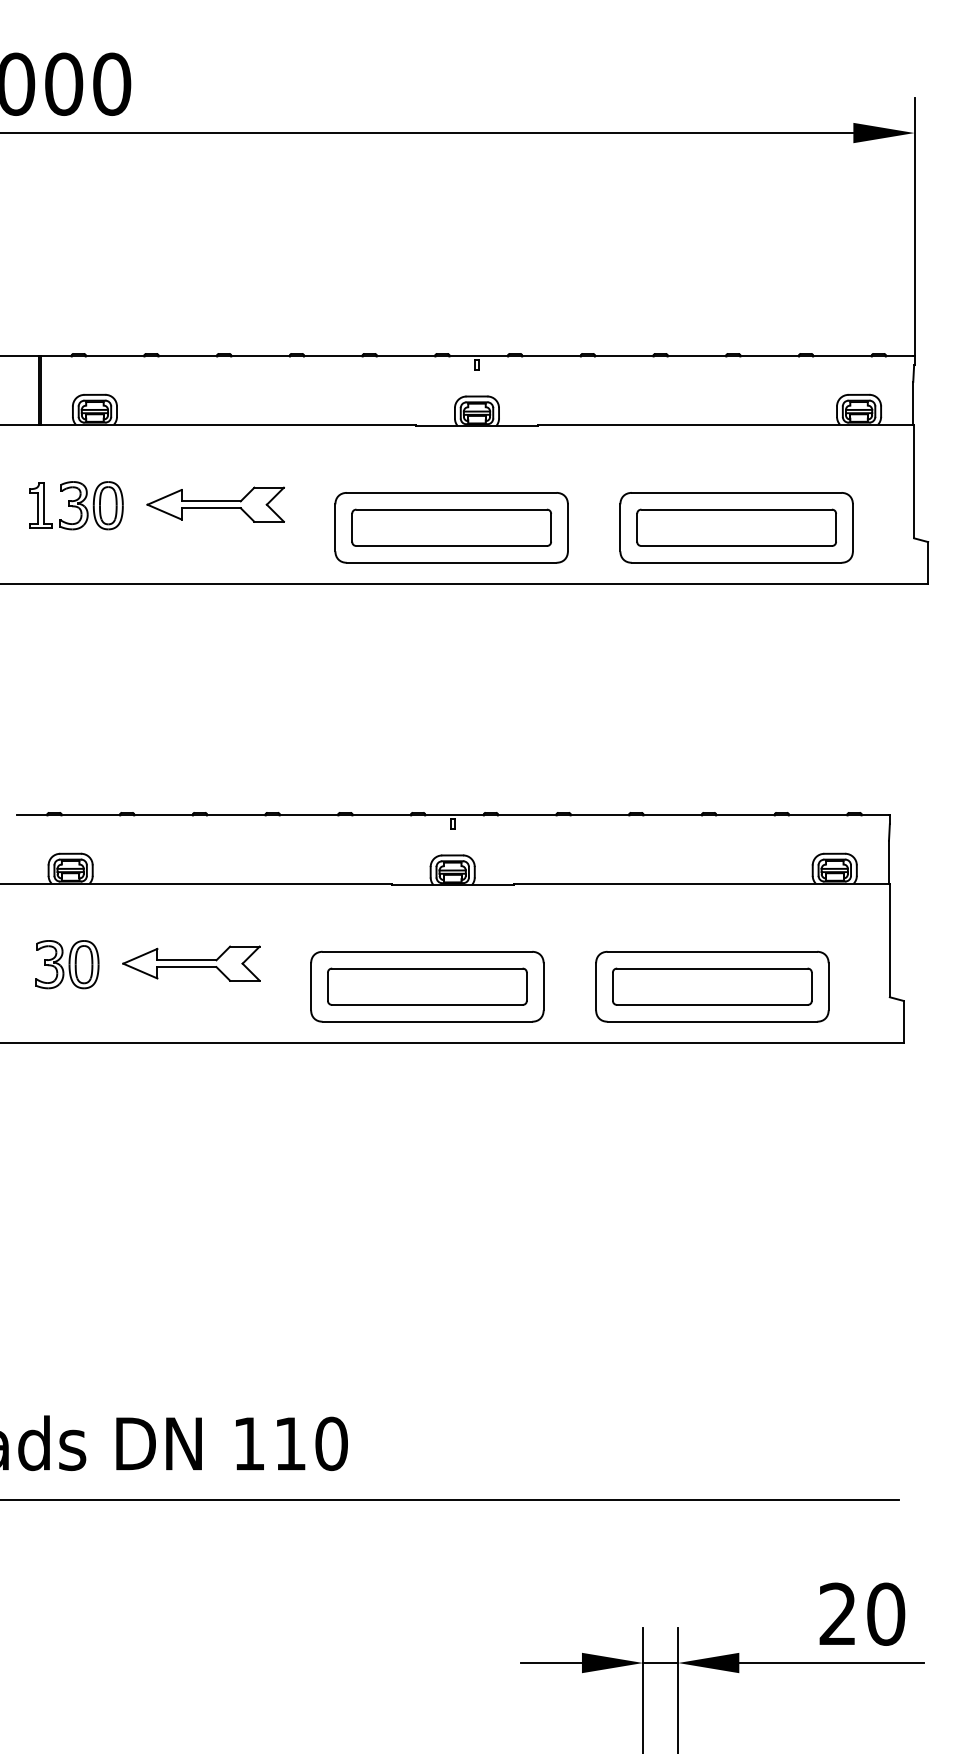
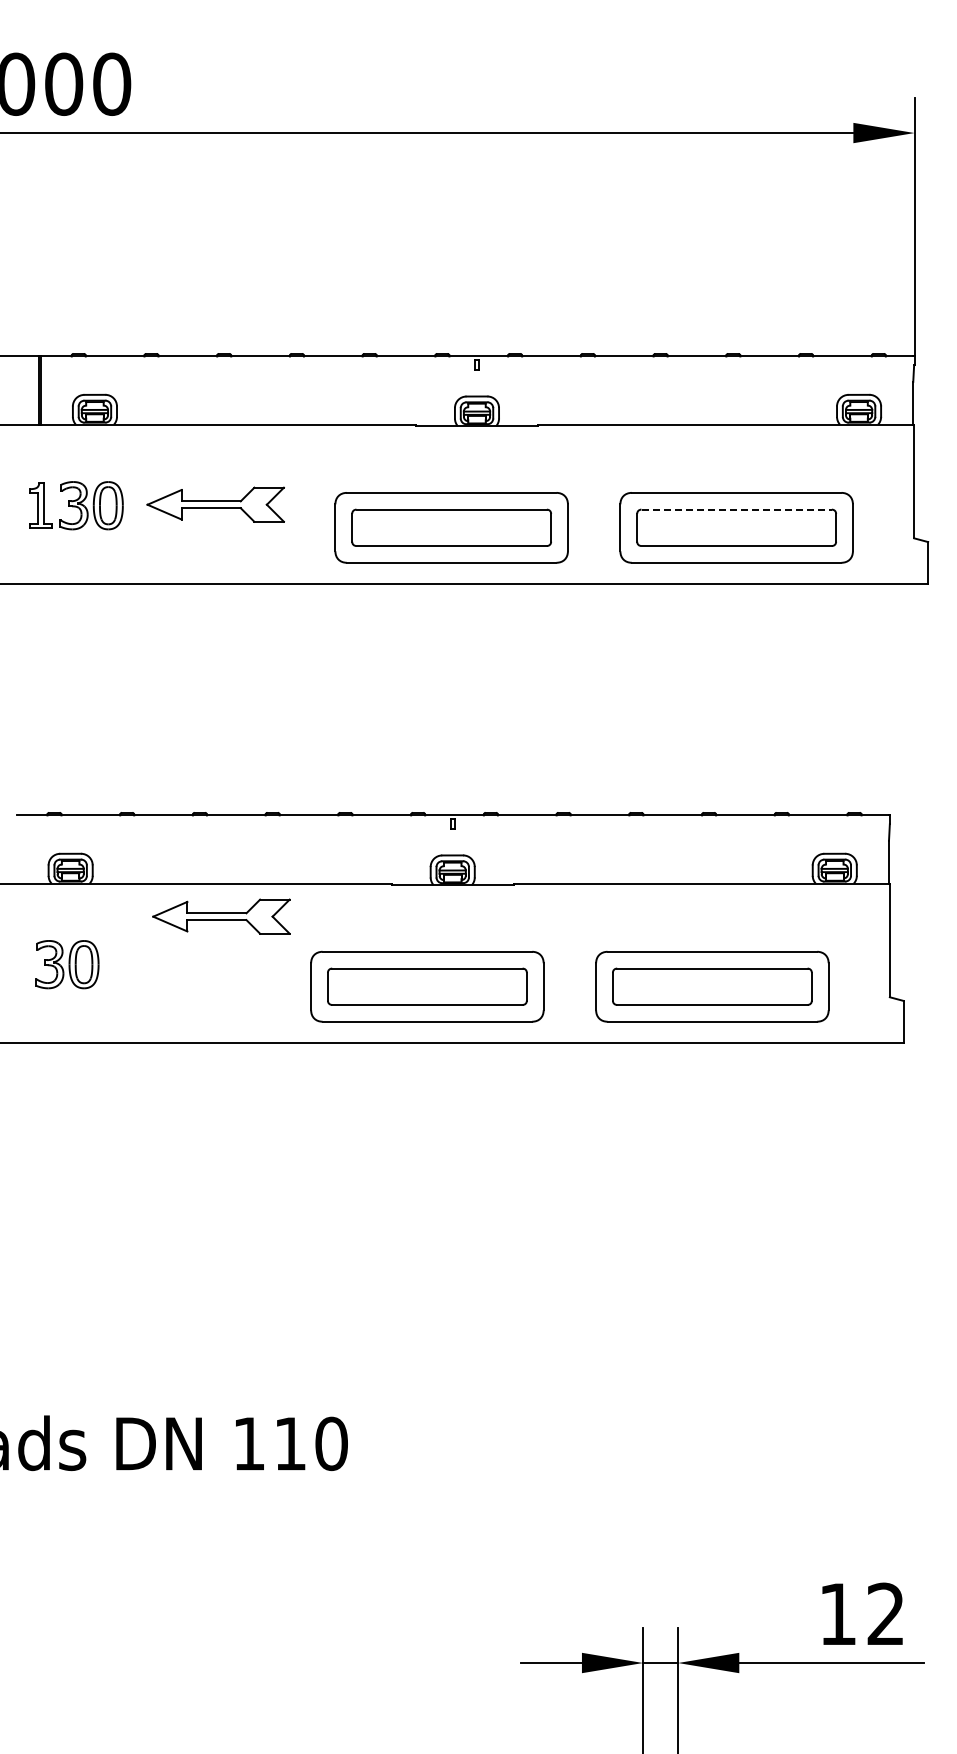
line at (737, 509): solid -> dashed
part at (191, 963) position: (191, 963) -> (221, 916)
line at (450, 1499): present -> none
text at (862, 1613): 20 -> 12
